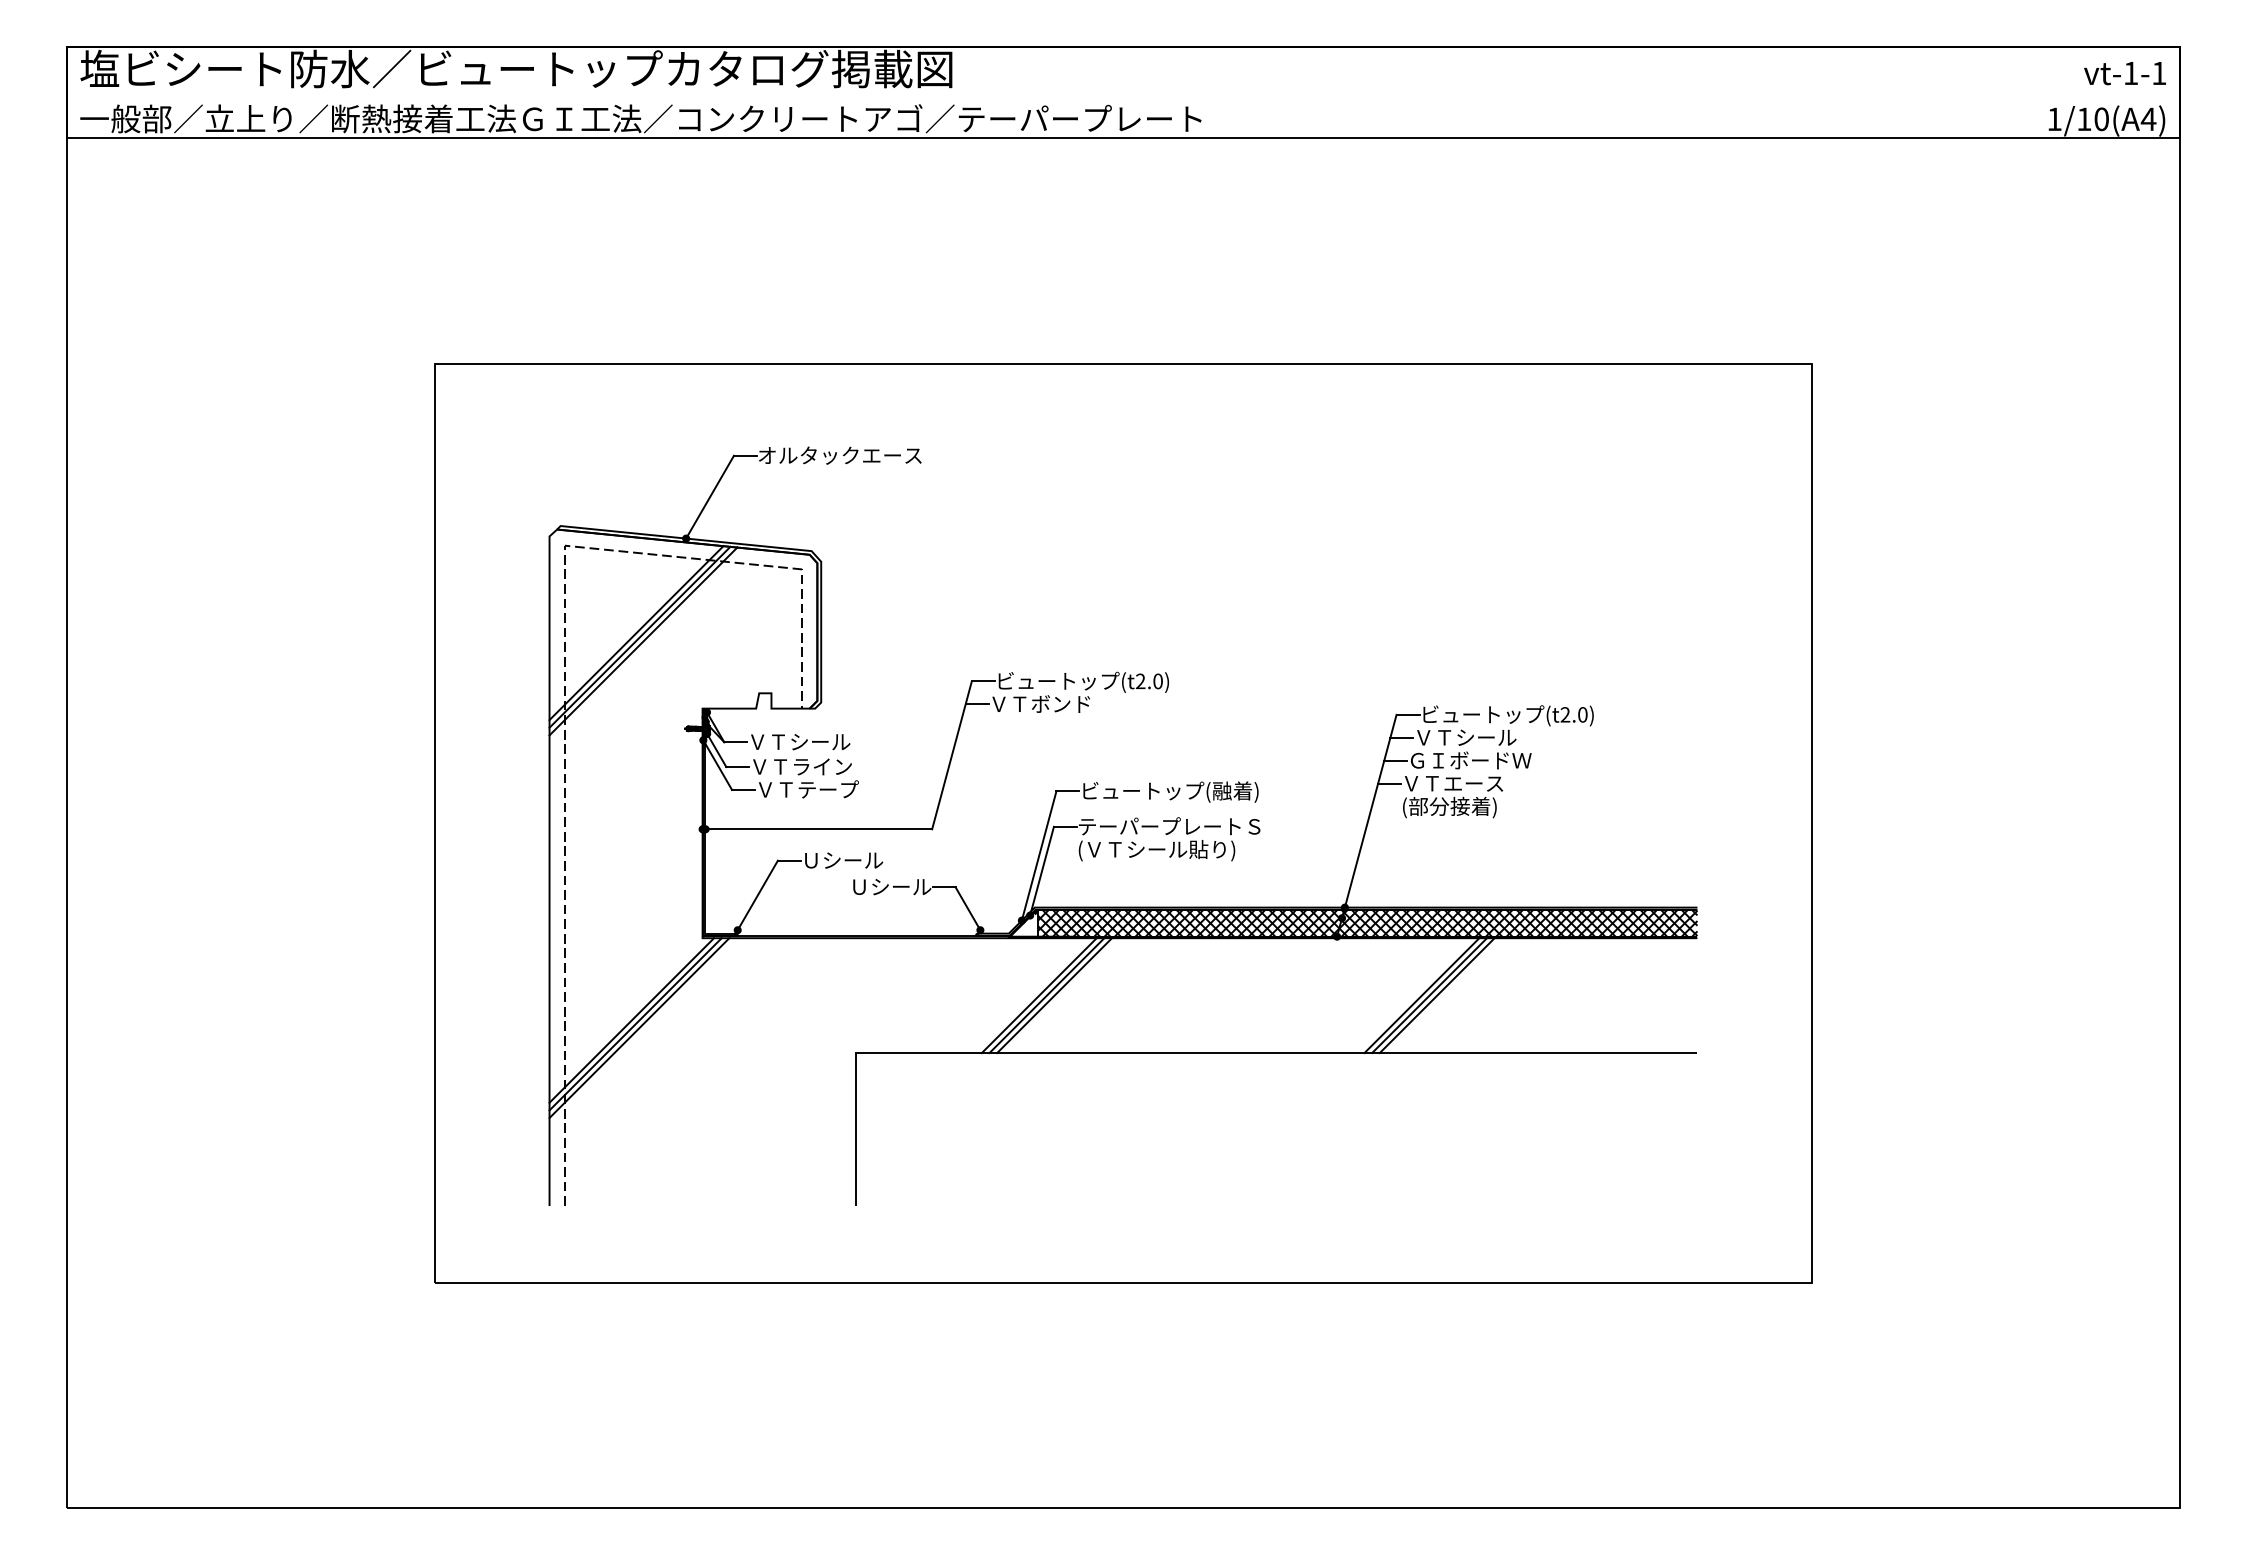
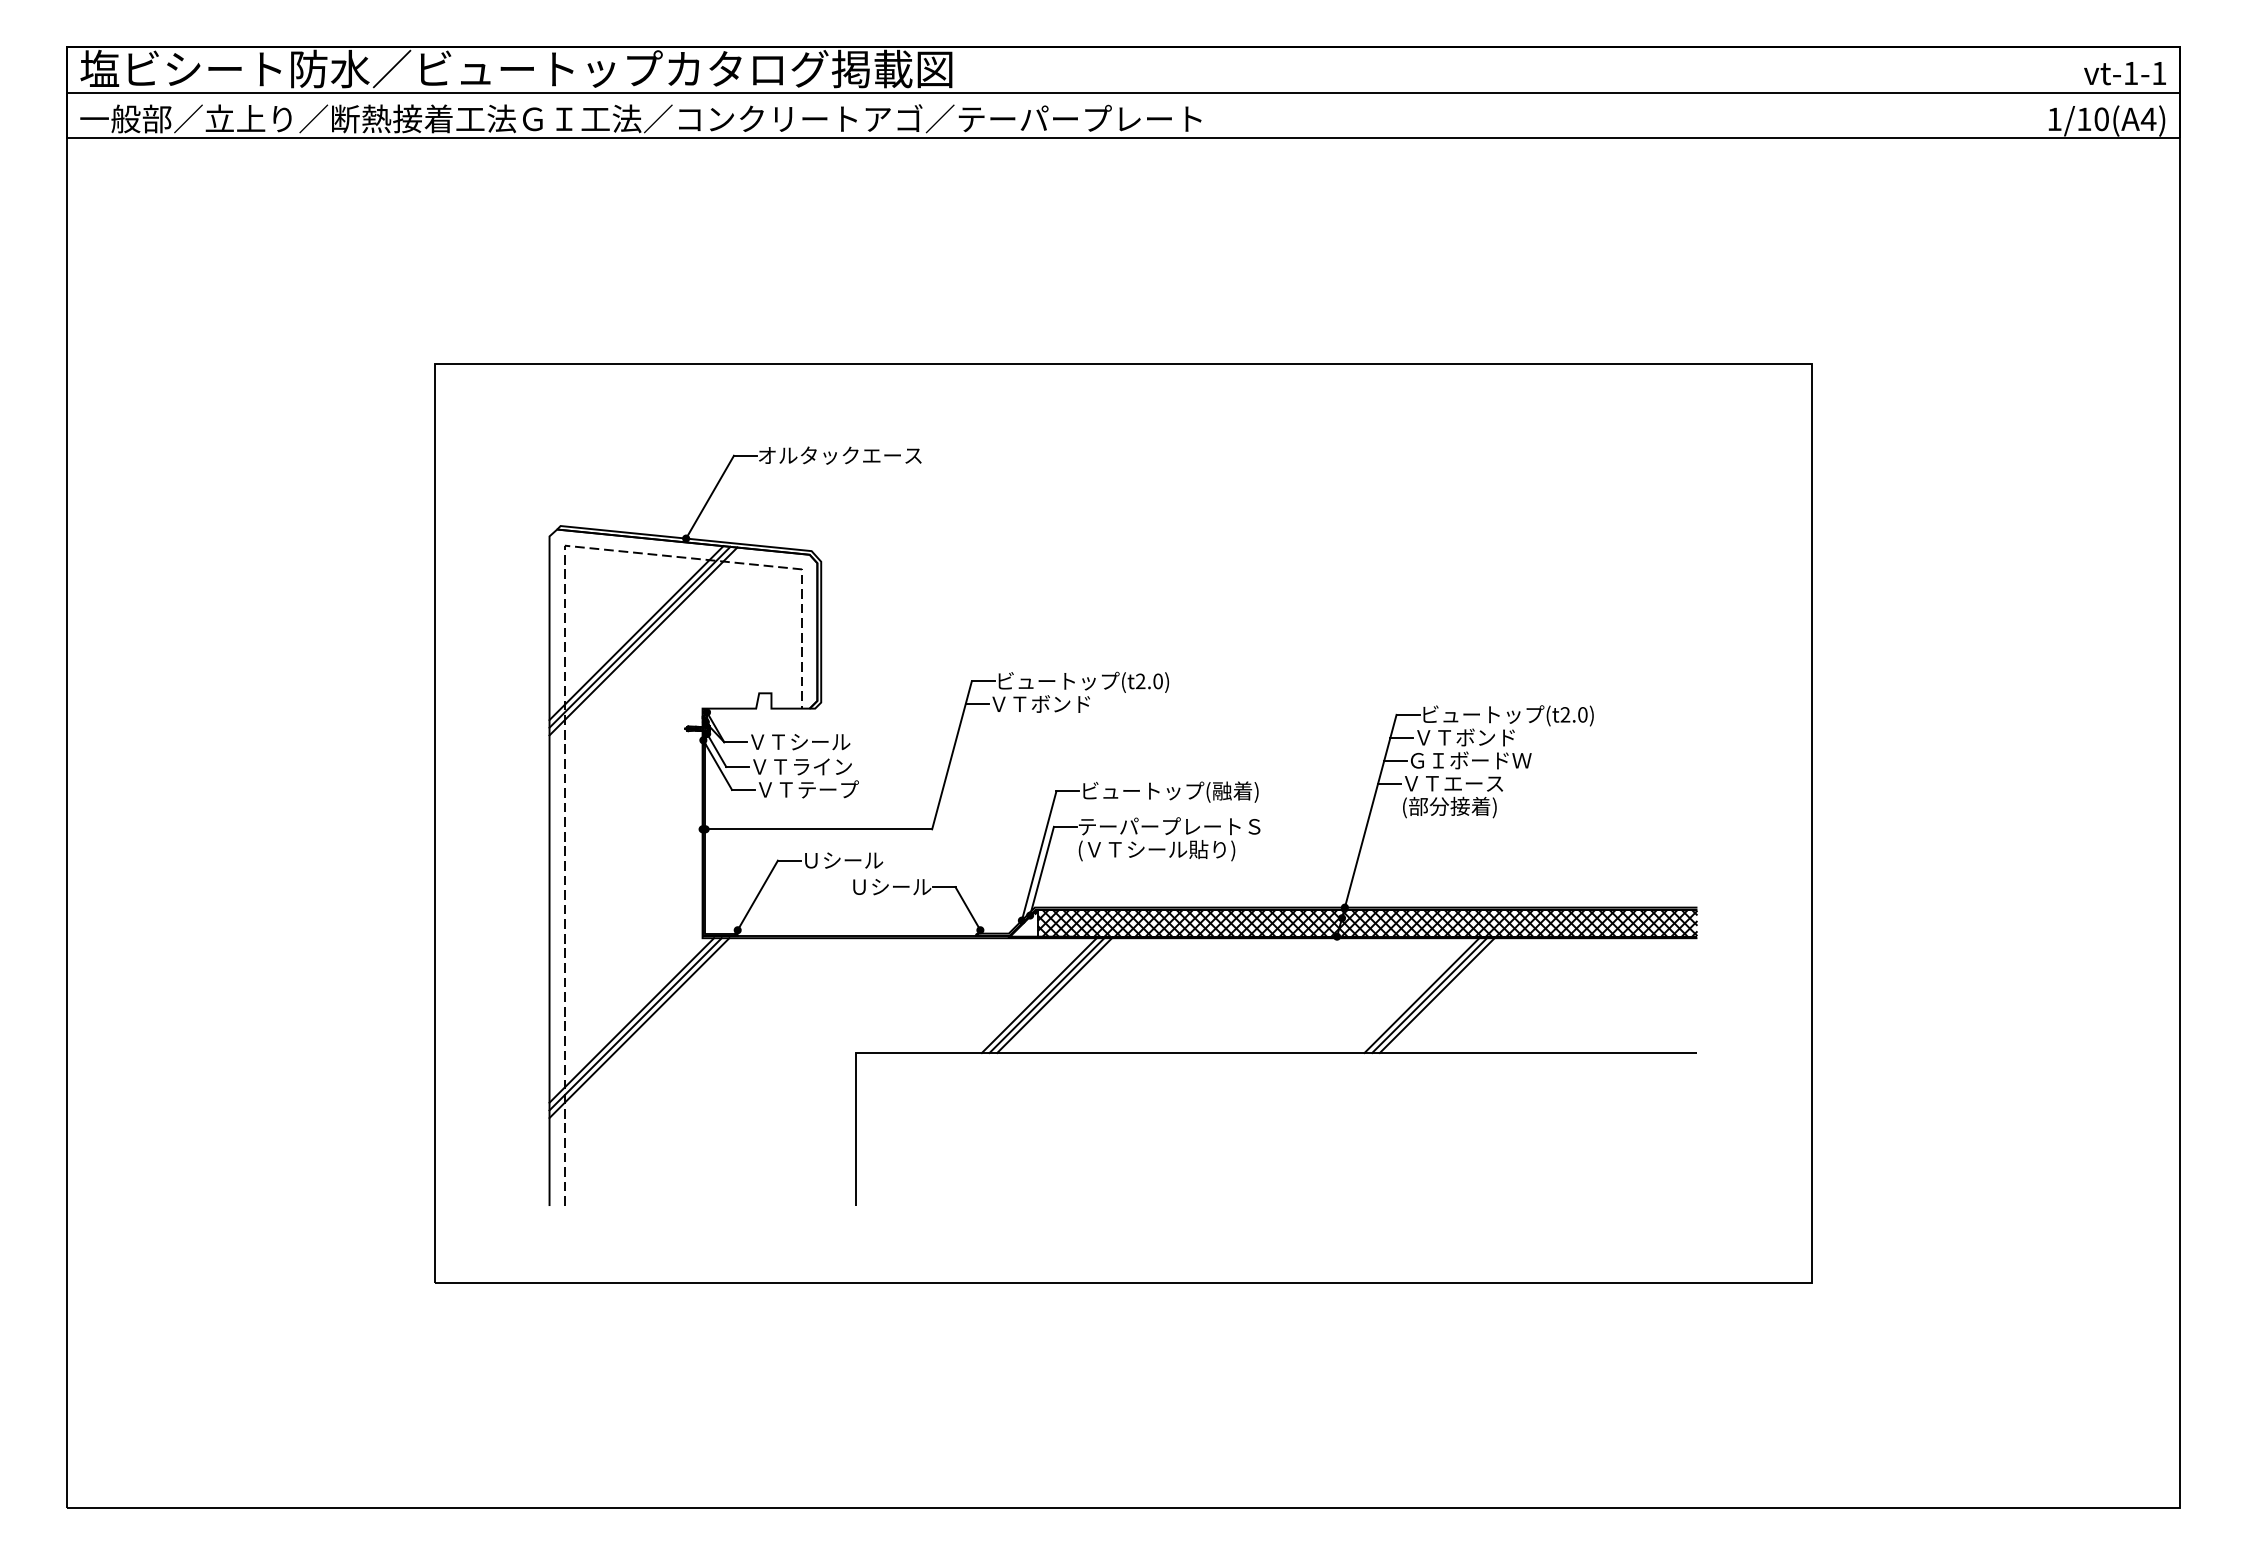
line at (1123, 92): none -> present
text at (1486, 737): ＶＴシール -> ＶＴボンド
